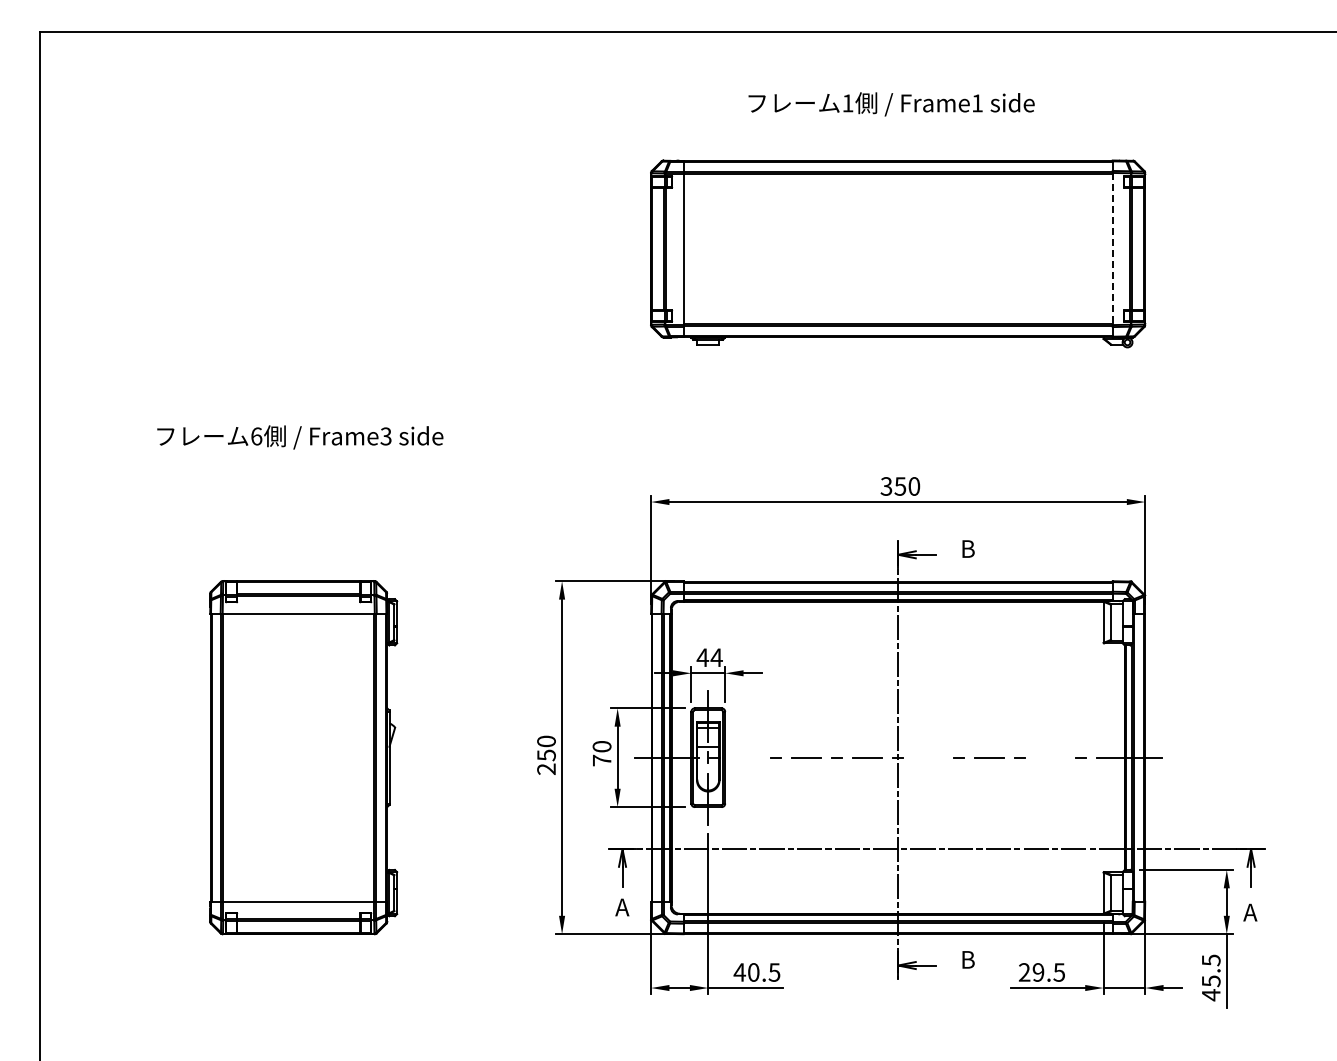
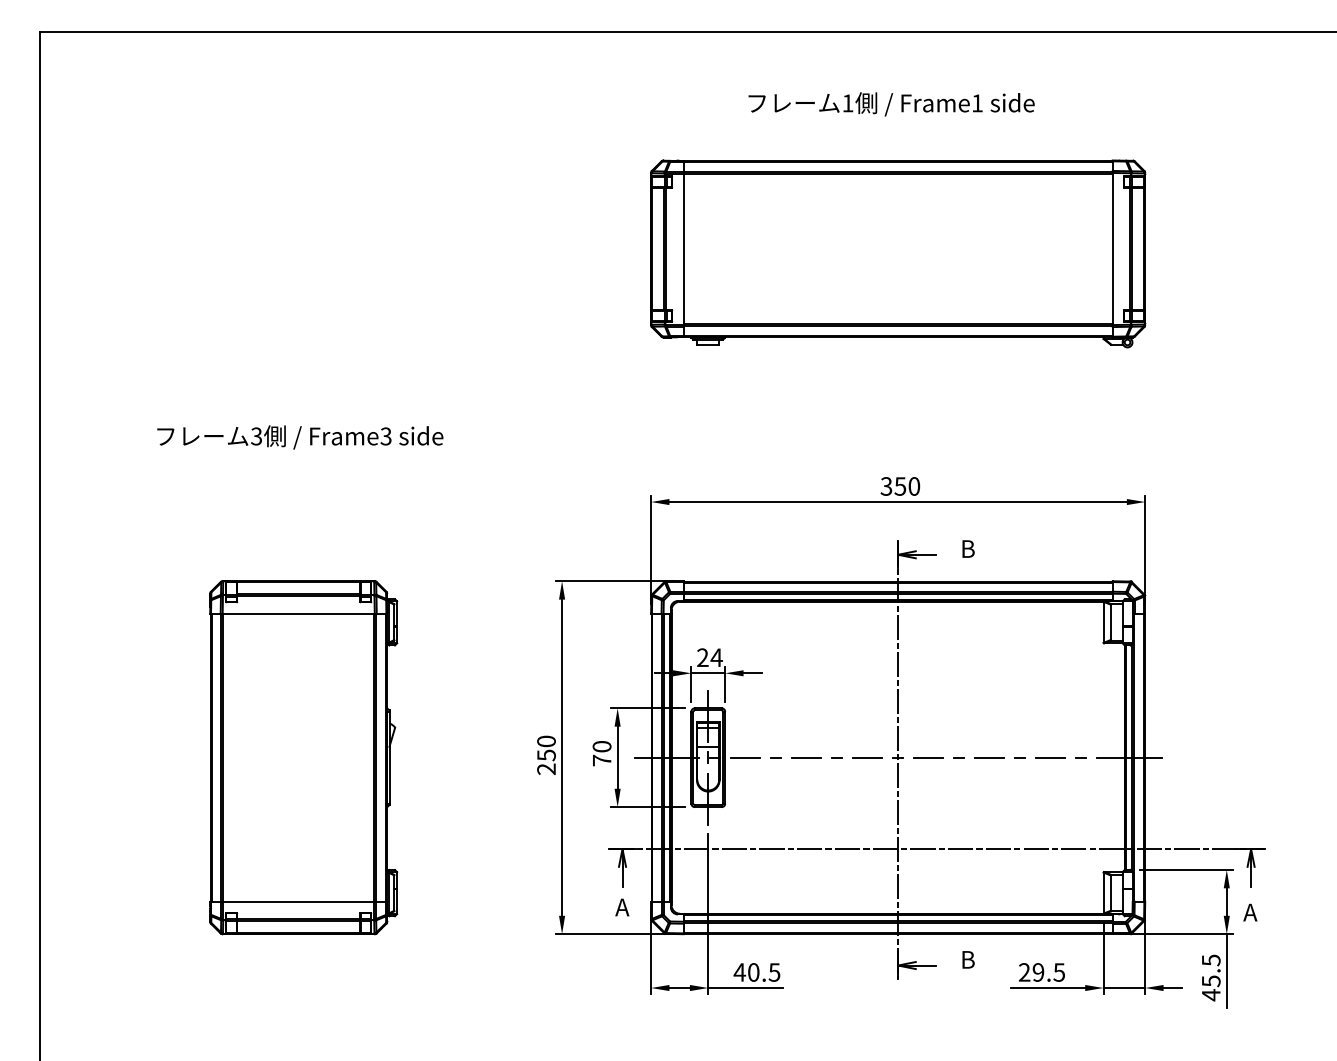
line at (1112, 249): dashed -> solid
text at (256, 436): 6 -> 3
text at (702, 657): 44 -> 24
line at (745, 757): none -> present
line at (928, 757): none -> present
line at (1050, 757): none -> present
